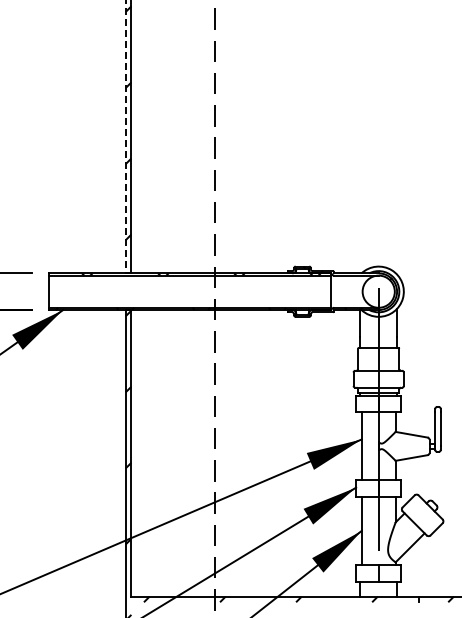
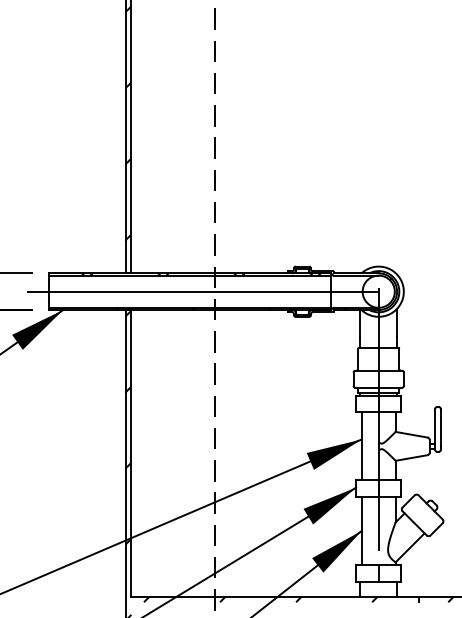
line at (125, 137): dashed -> solid
line at (202, 291): none -> present
